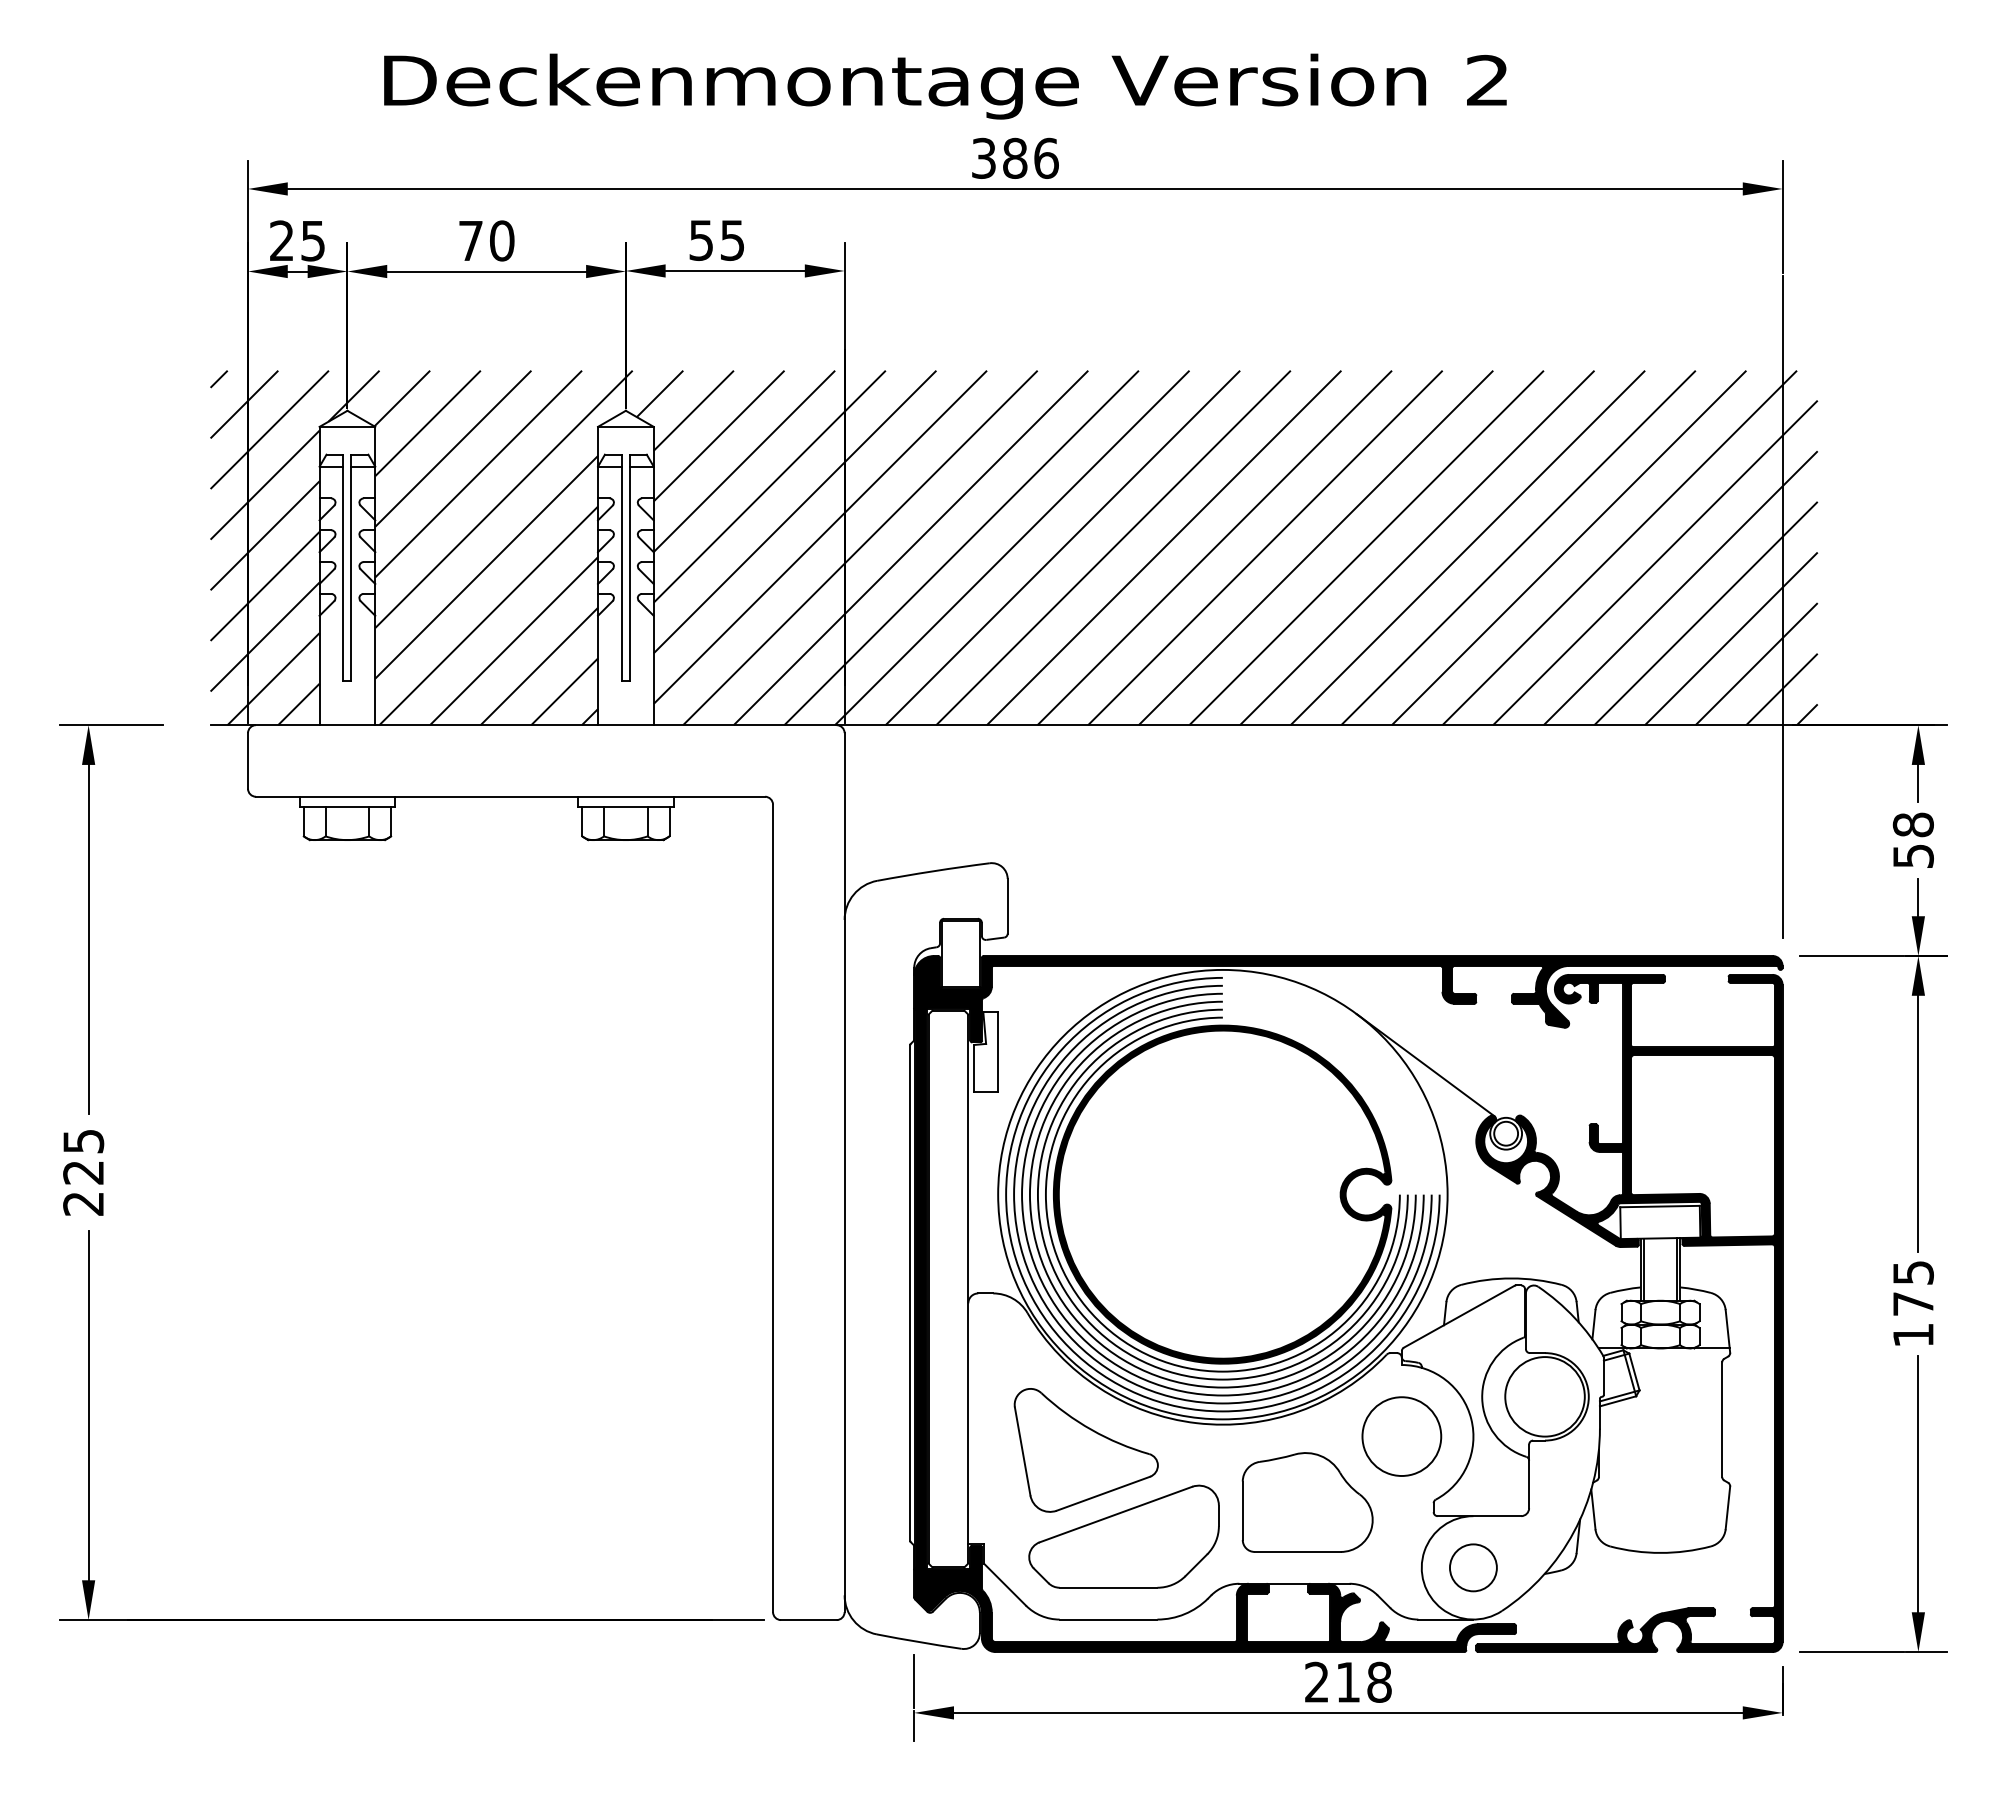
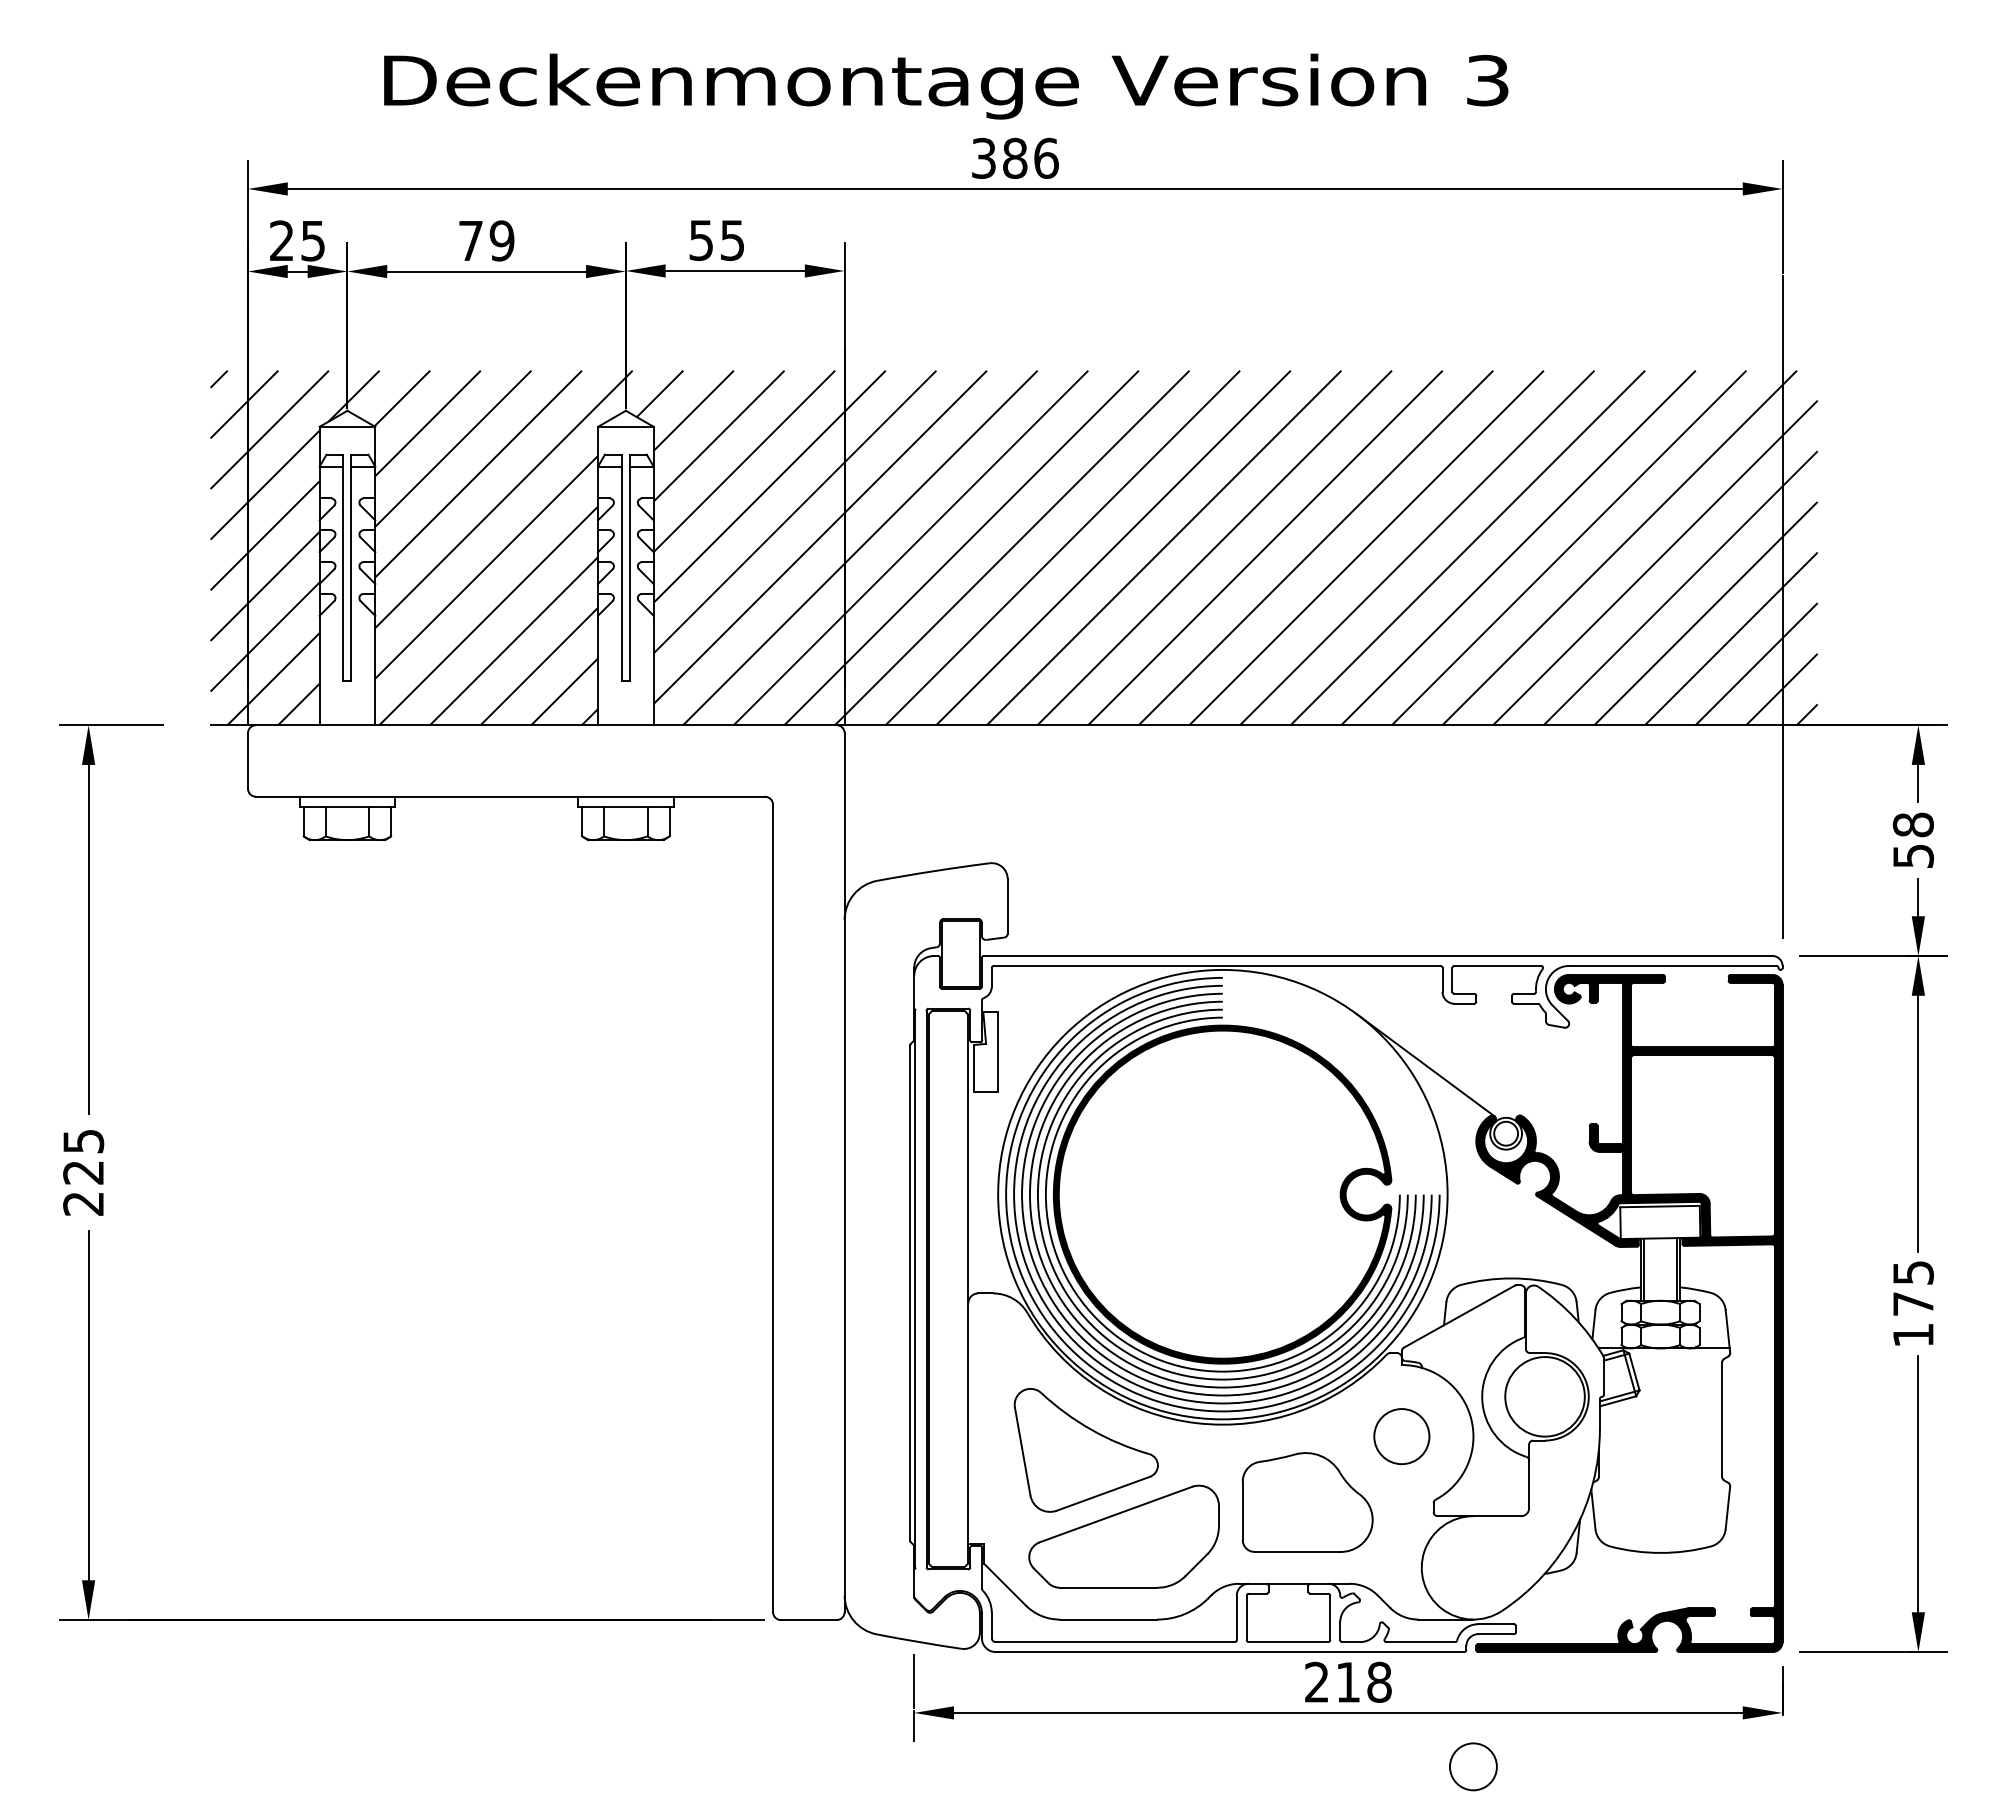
text at (1487, 80): 2 -> 3
text at (501, 240): 70 -> 79
fill at (1348, 1304): present -> none
circle at (1401, 1436) diameter: 79 px -> 55 px
circle at (1473, 1567) position: (1473, 1567) -> (1473, 1766)
